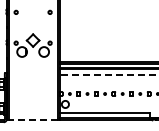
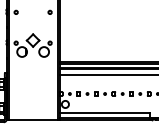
line at (108, 74): dashed -> solid
line at (32, 119): dashed -> solid
